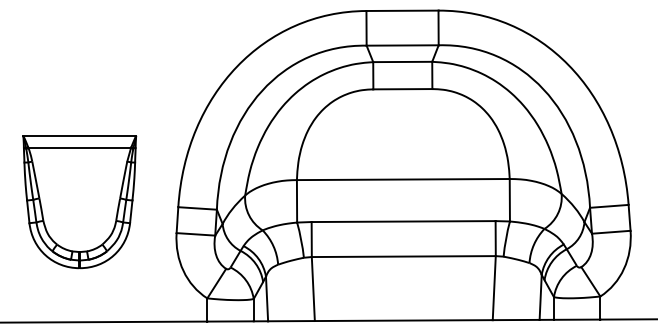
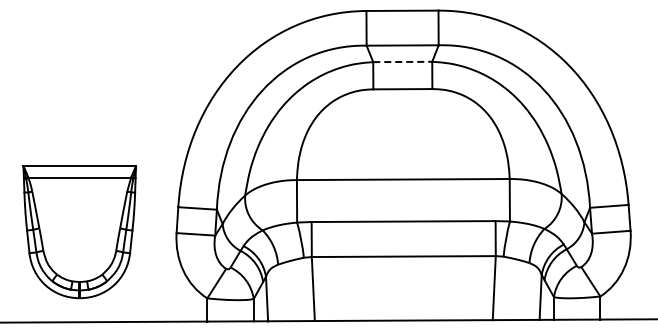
line at (402, 61): solid -> dashed
part at (79, 202) position: (79, 202) -> (79, 232)
